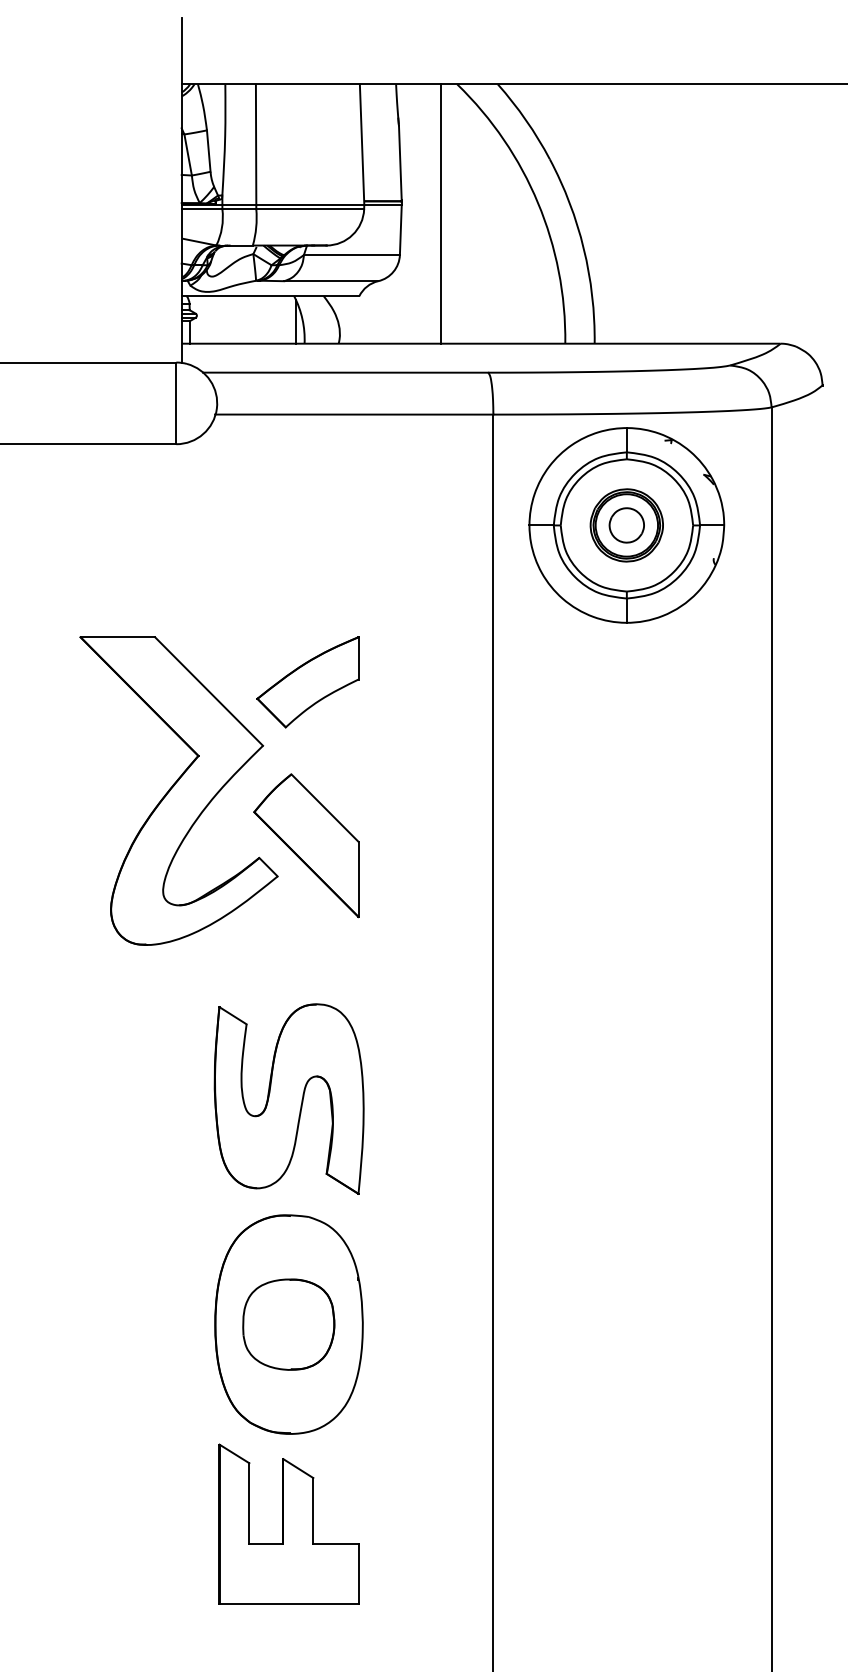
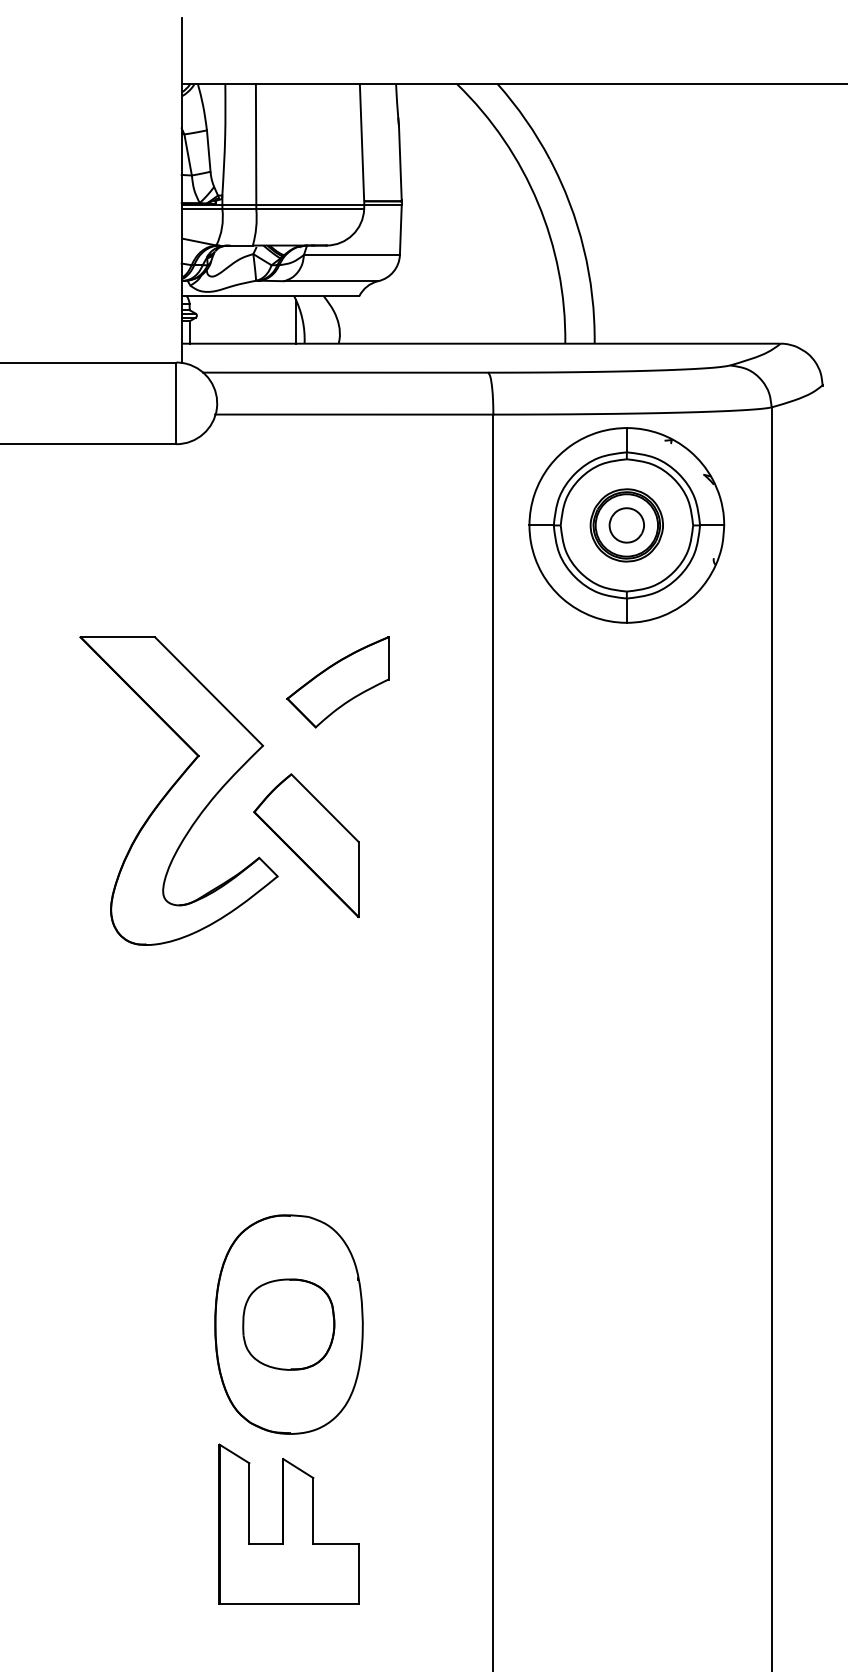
line at (440, 213): present -> none
part at (307, 682) position: (307, 682) -> (337, 682)
part at (288, 1098): present -> none
